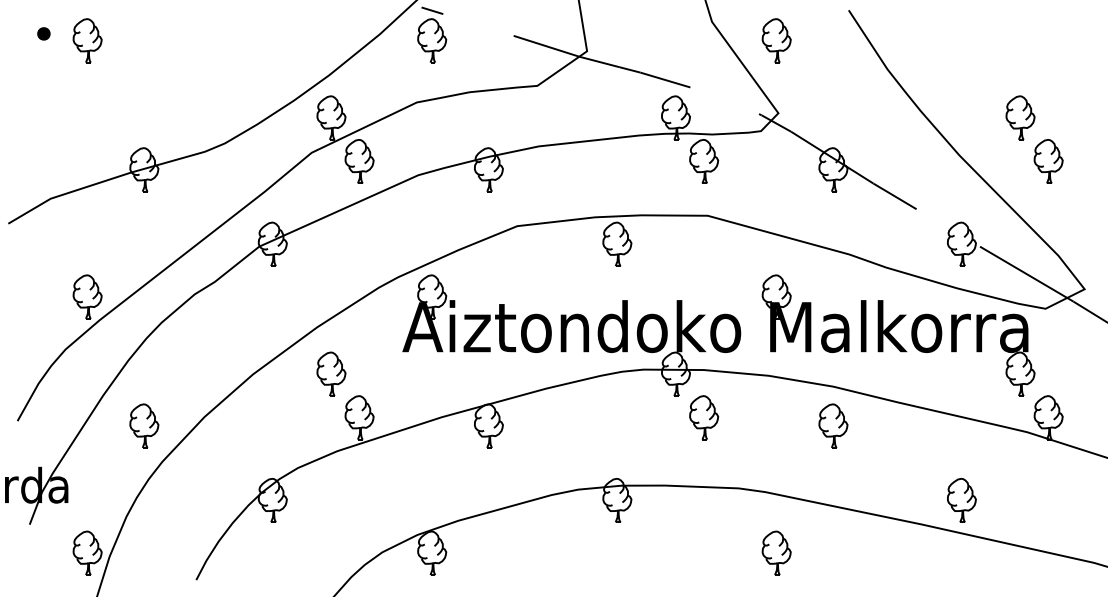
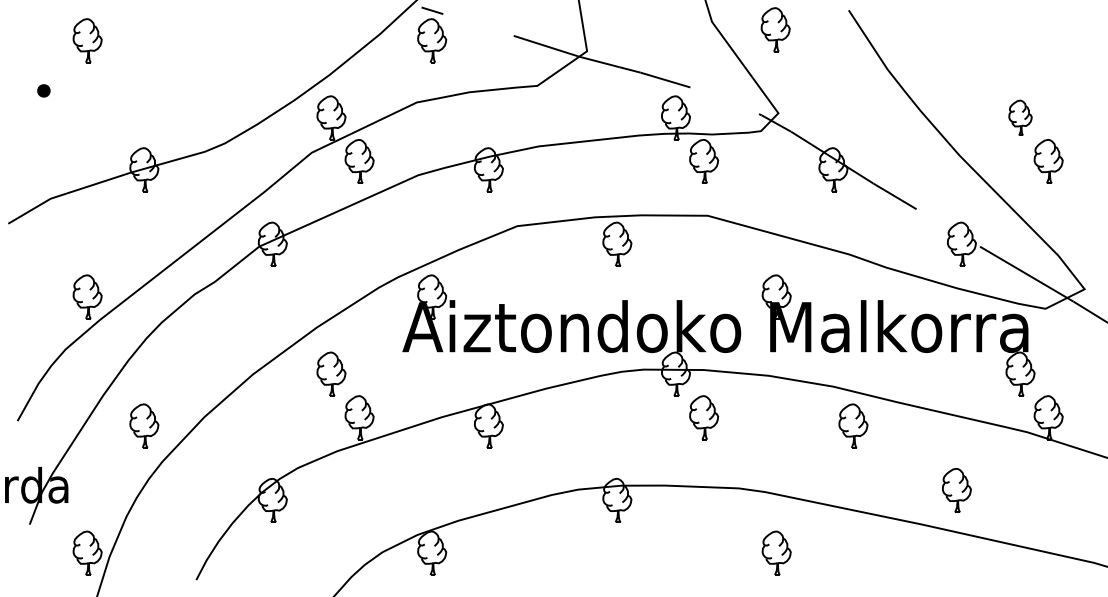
part at (43, 33) position: (43, 33) -> (43, 90)
part at (776, 40) position: (776, 40) -> (775, 29)
part at (1020, 117) size: 31x46 px -> 25x37 px
part at (833, 425) position: (833, 425) -> (853, 425)
part at (961, 499) position: (961, 499) -> (956, 489)
